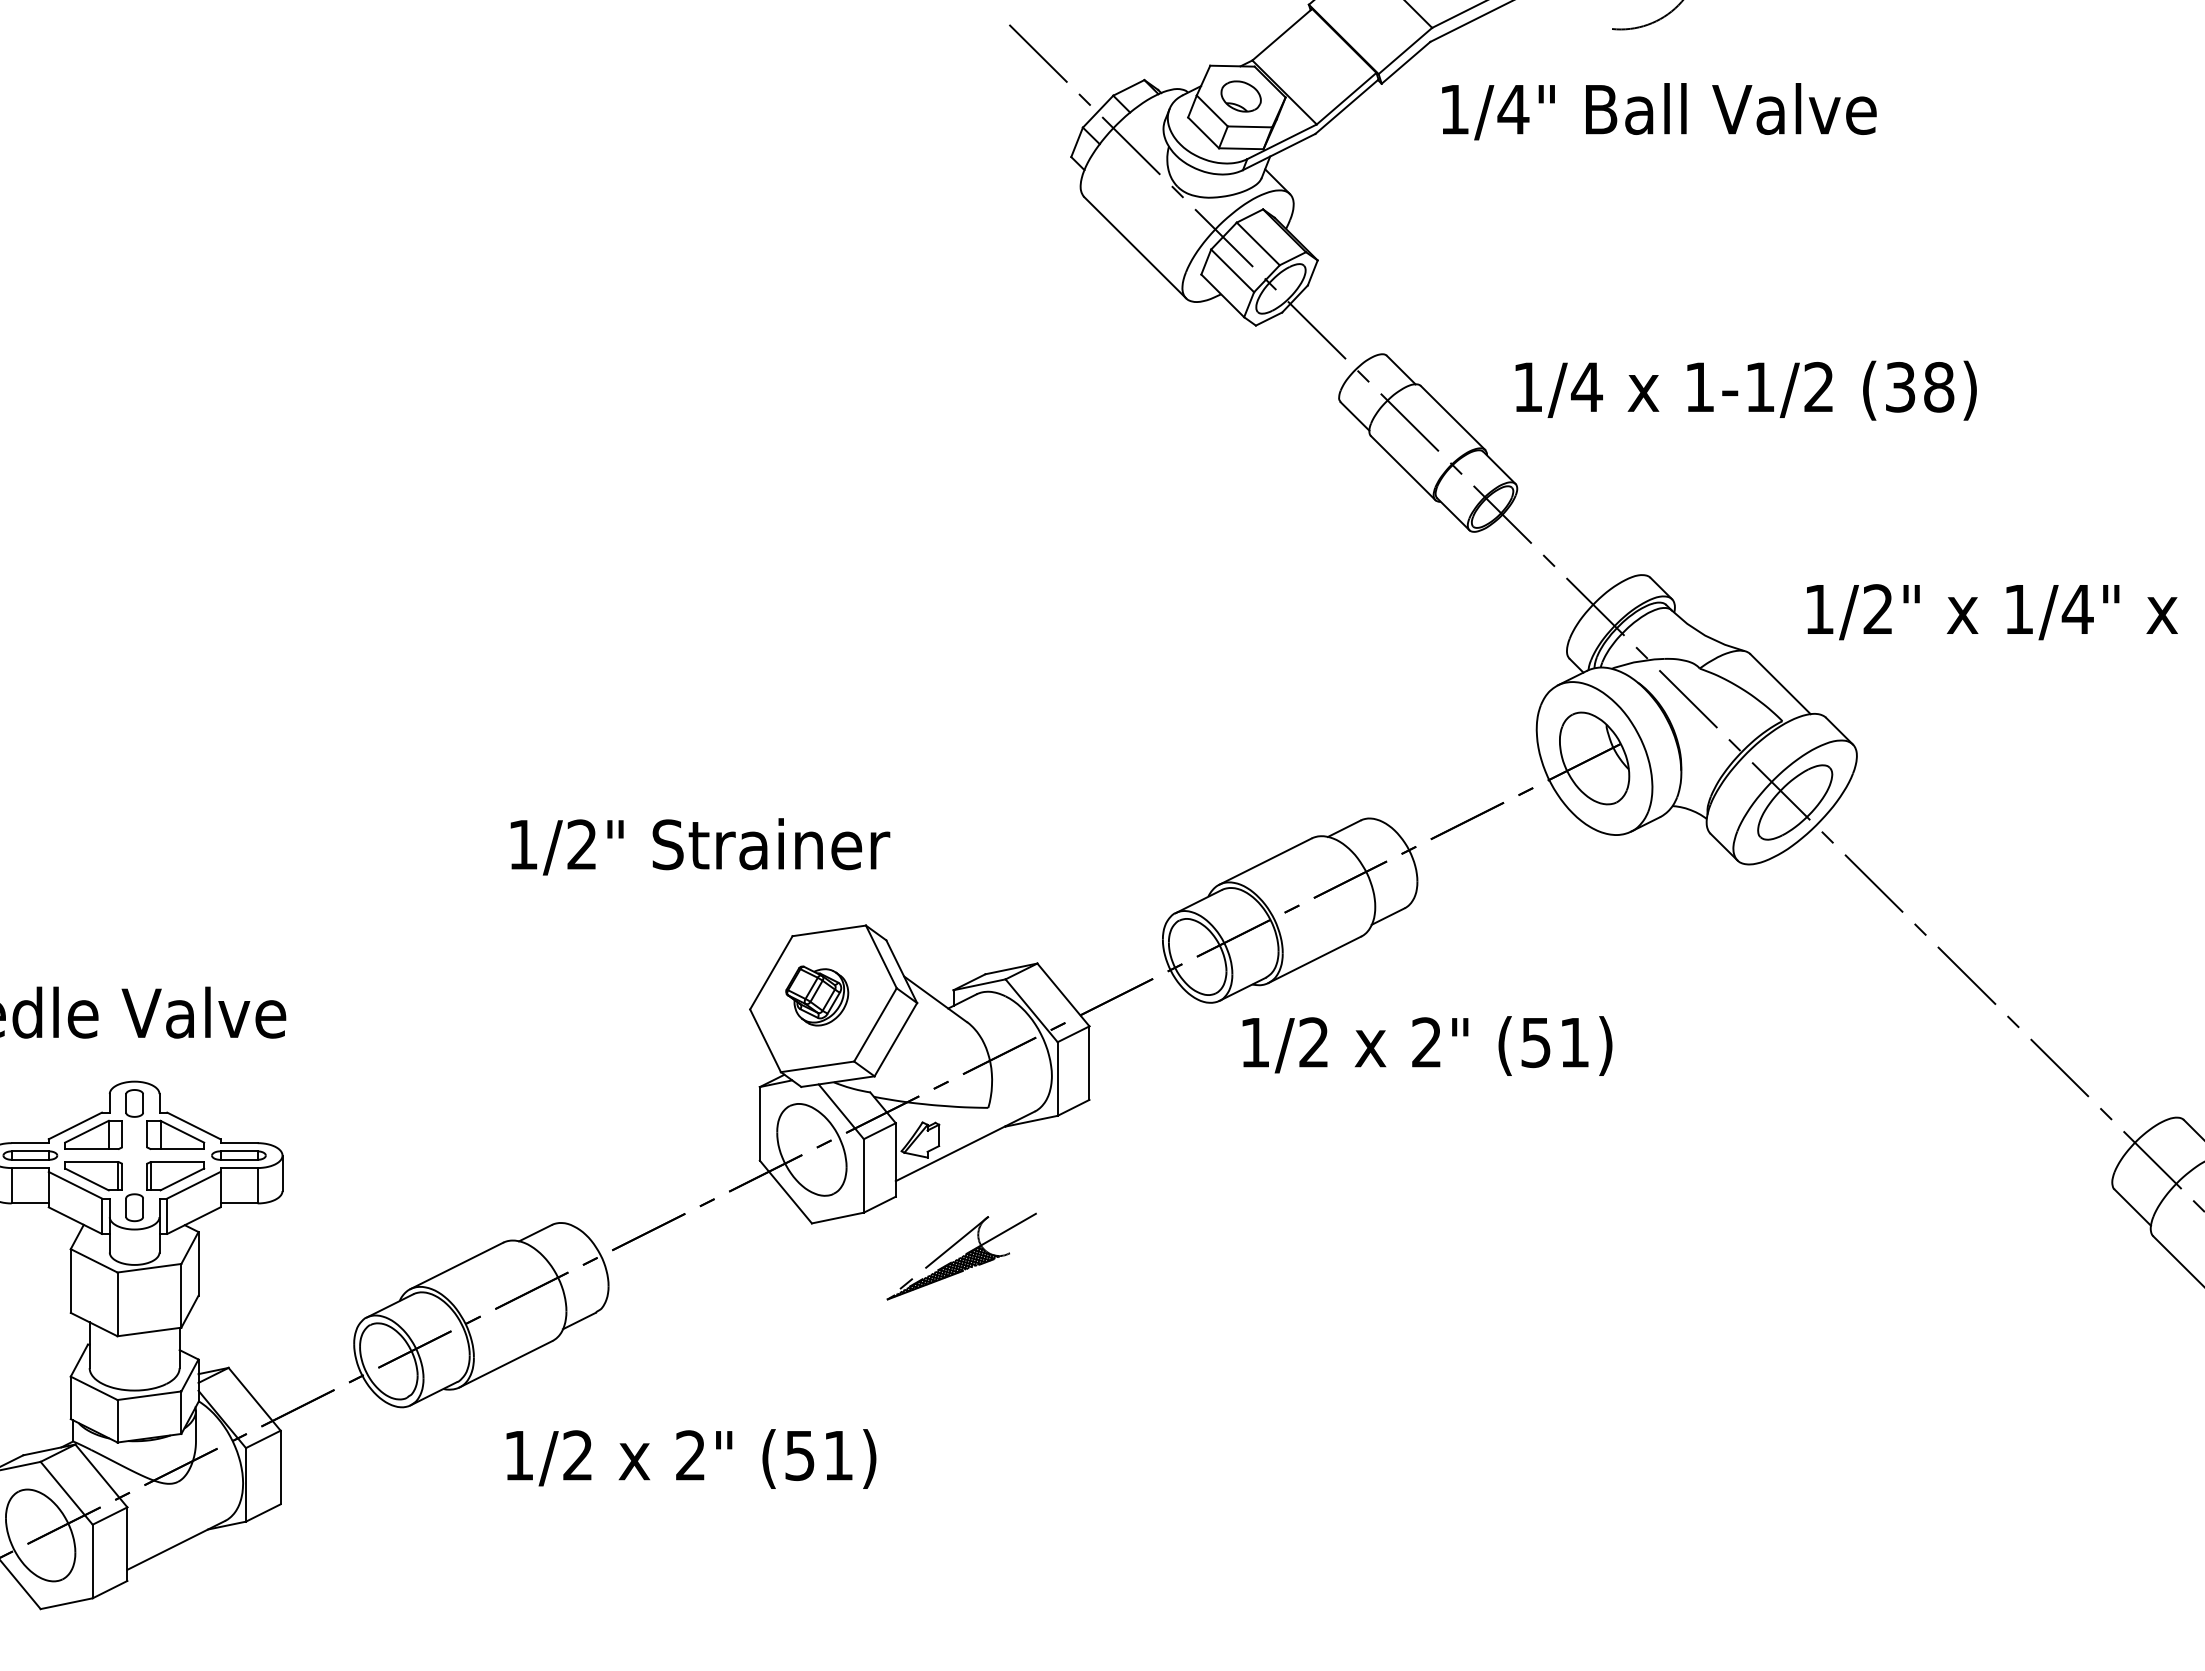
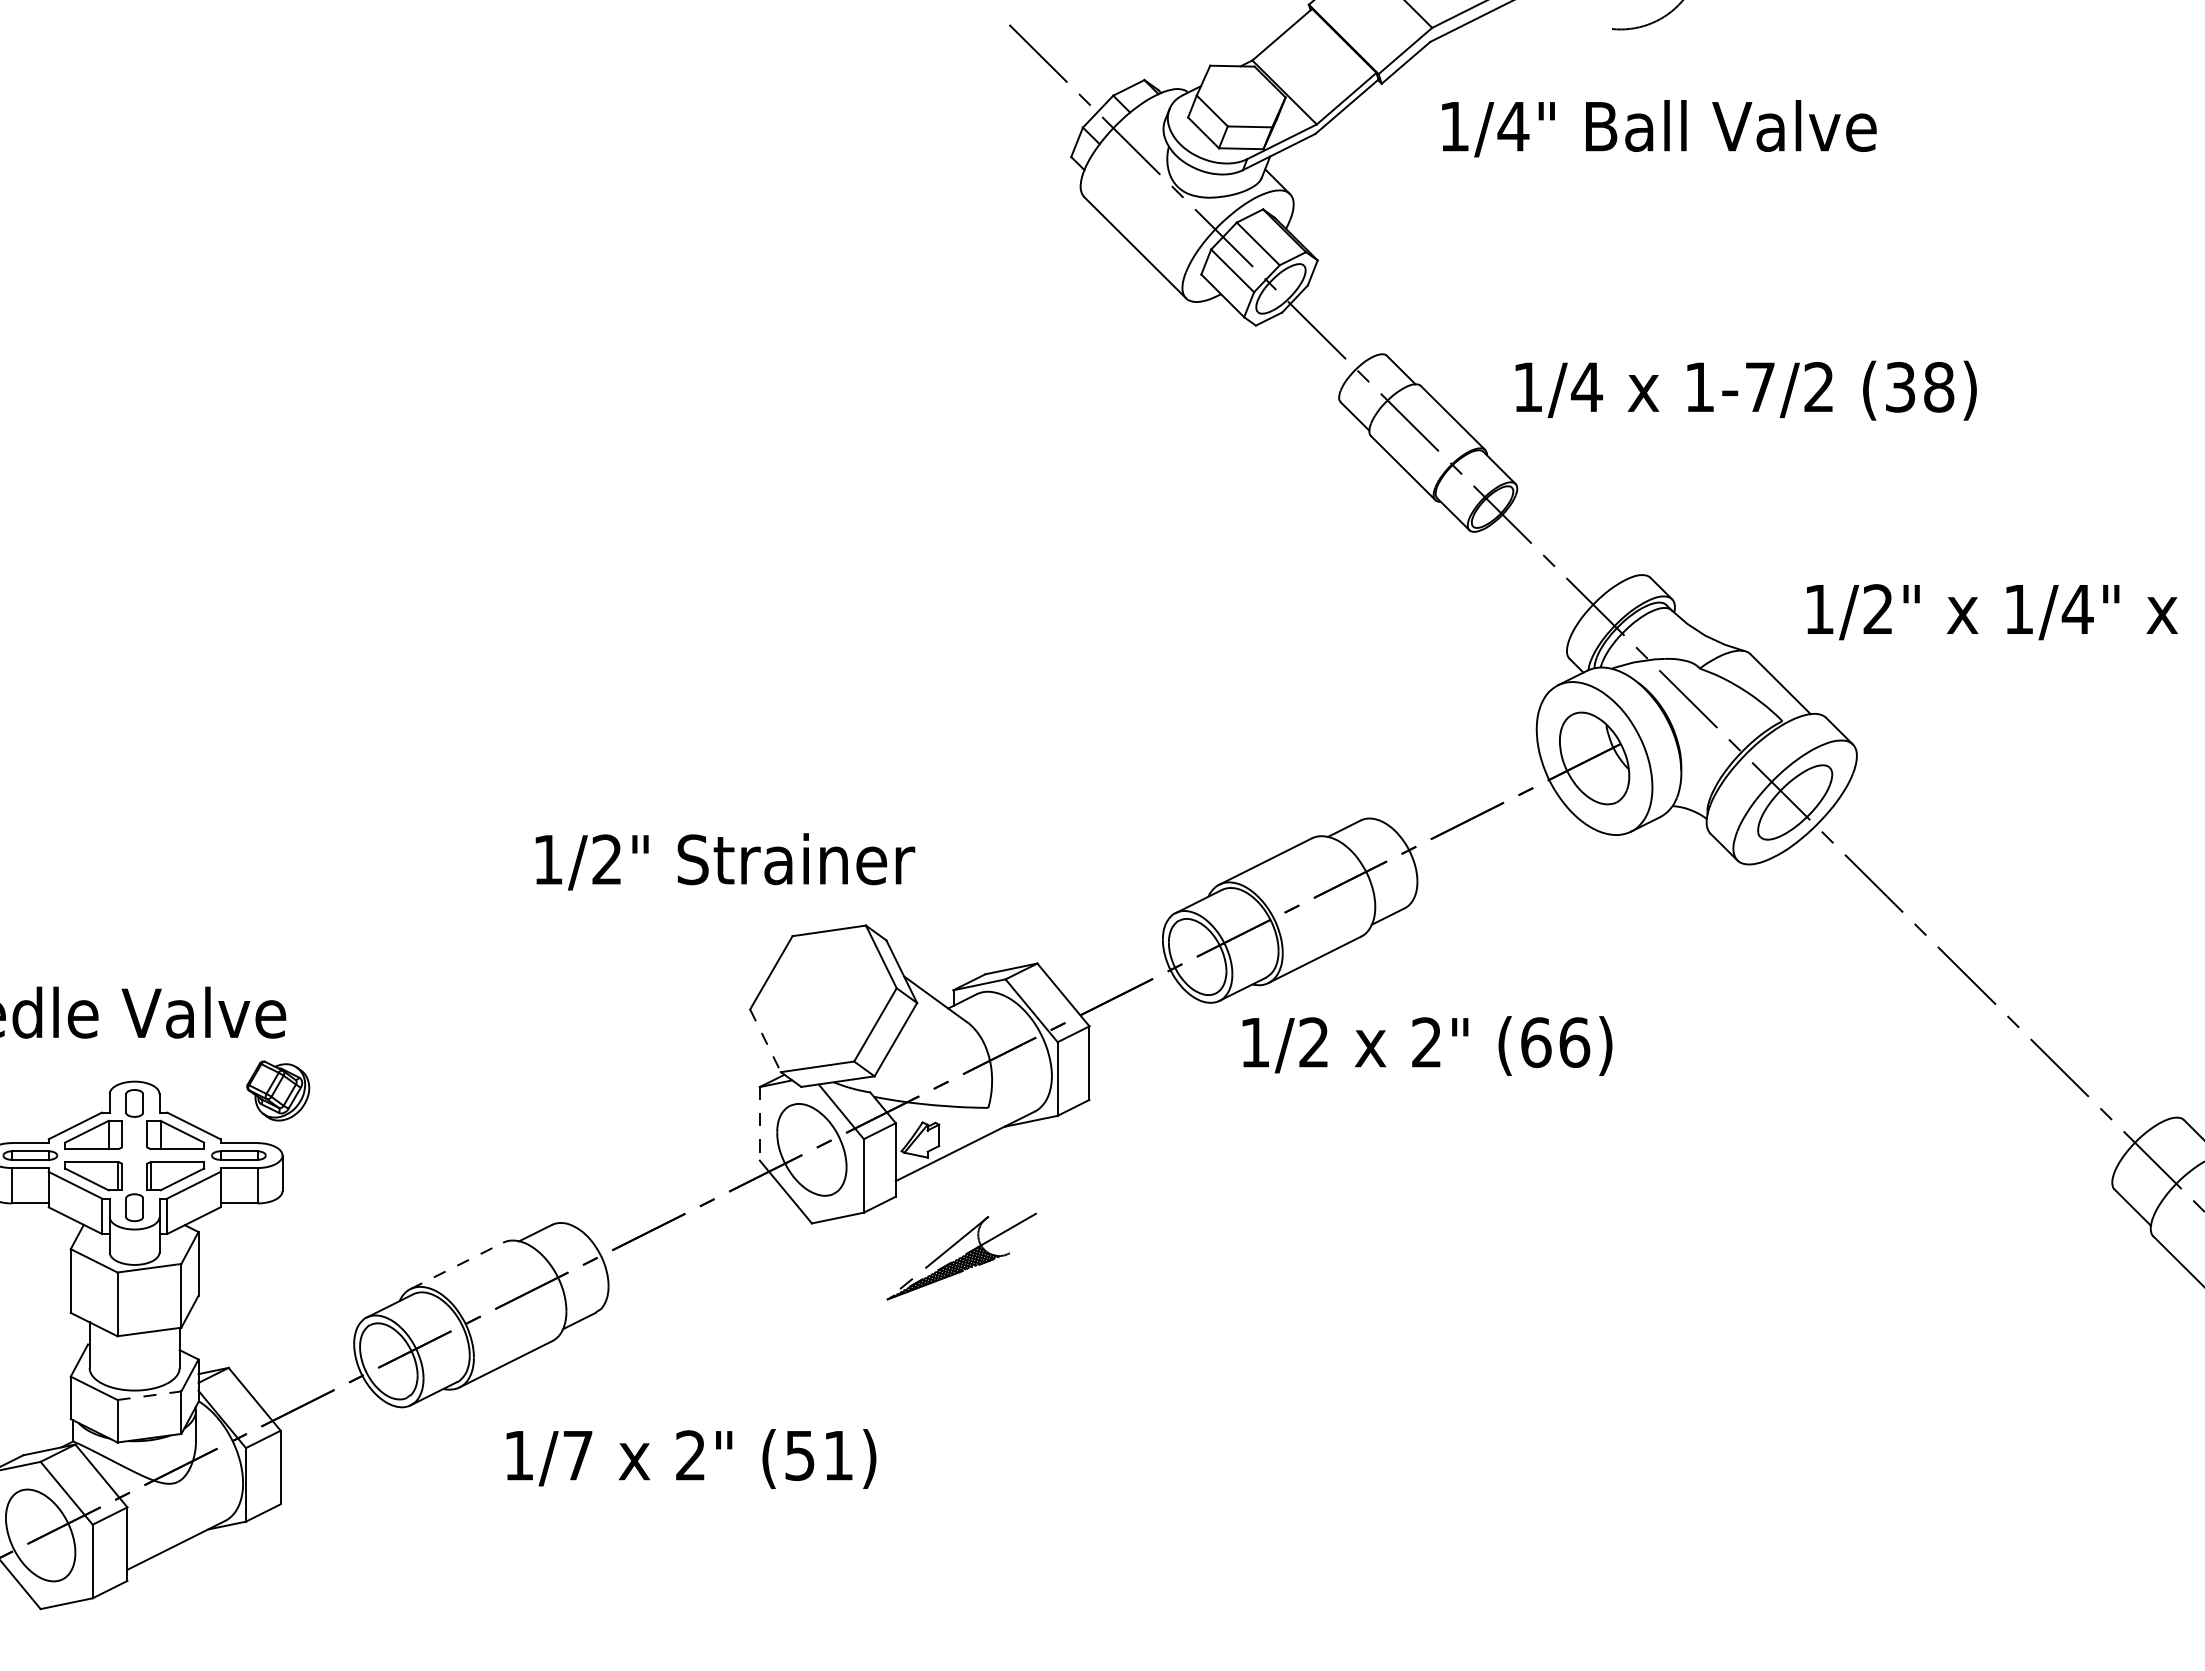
part at (1240, 96): present -> none
text at (1659, 111) position: (1659, 111) -> (1659, 128)
text at (1760, 386): 1-1/2 -> 1-7/2
text at (700, 846) position: (700, 846) -> (725, 861)
part at (817, 995) position: (817, 995) -> (278, 1090)
line at (765, 1040): solid -> dashed
text at (1555, 1042): (51) -> (66)
line at (759, 1123): solid -> dashed
line at (456, 1265): solid -> dashed
line at (149, 1395): solid -> dashed
text at (577, 1455): 1/2 -> 1/7
